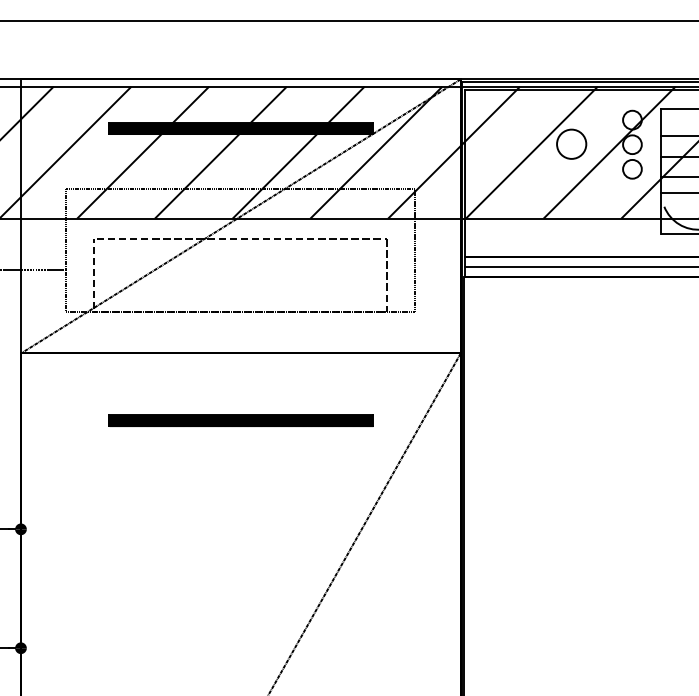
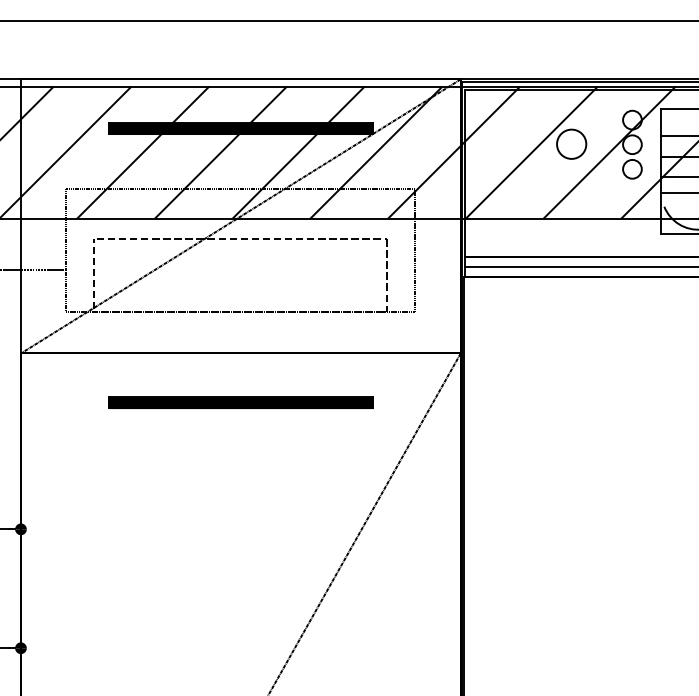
part at (240, 420) position: (240, 420) -> (240, 402)
